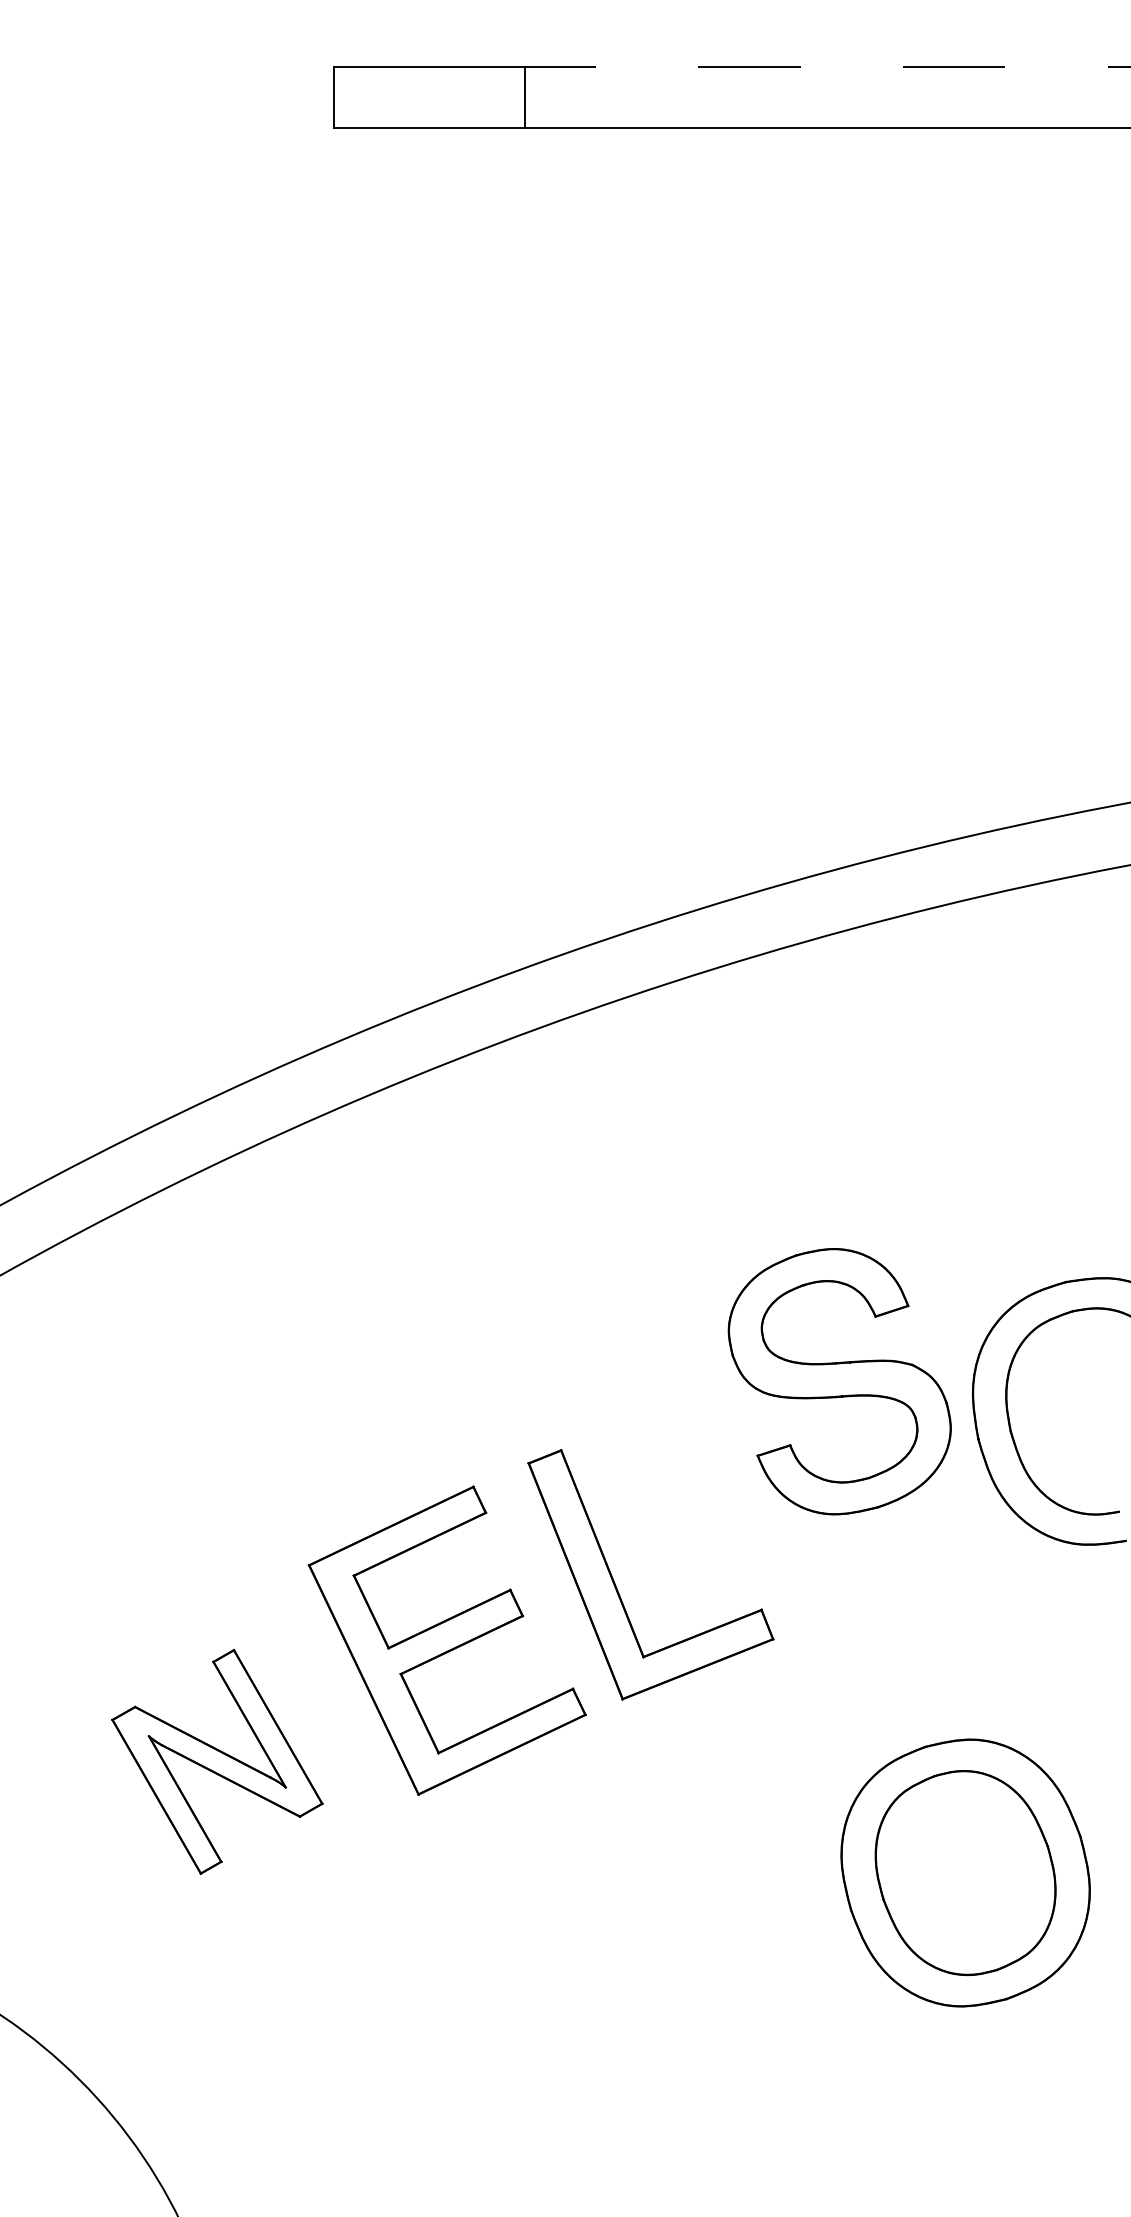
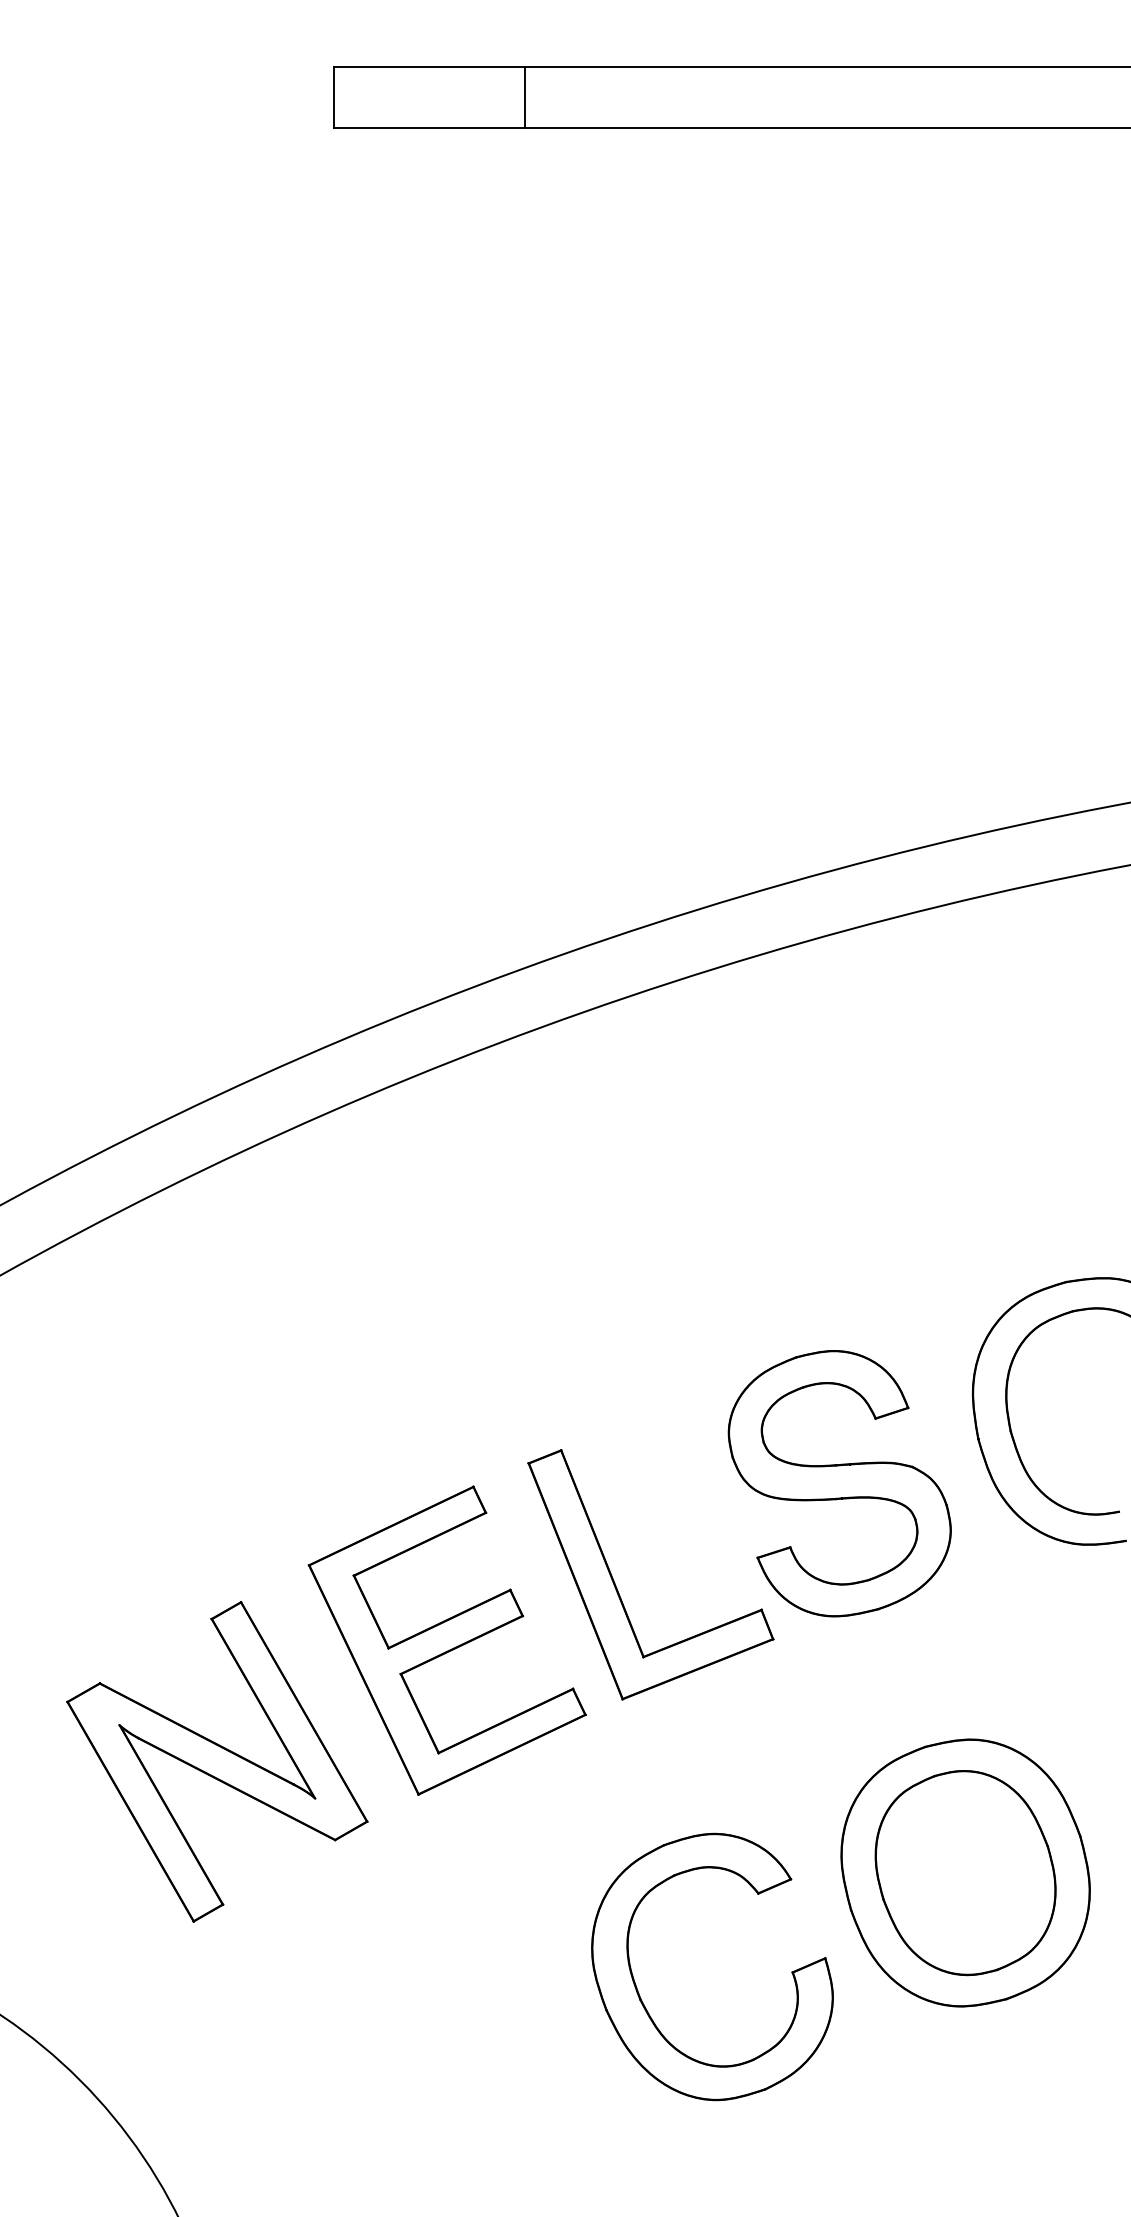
line at (828, 66): dashed -> solid
part at (839, 1381) position: (839, 1381) -> (839, 1483)
part at (217, 1761) size: 213x227 px -> 303x322 px
part at (640, 1995): none -> present
